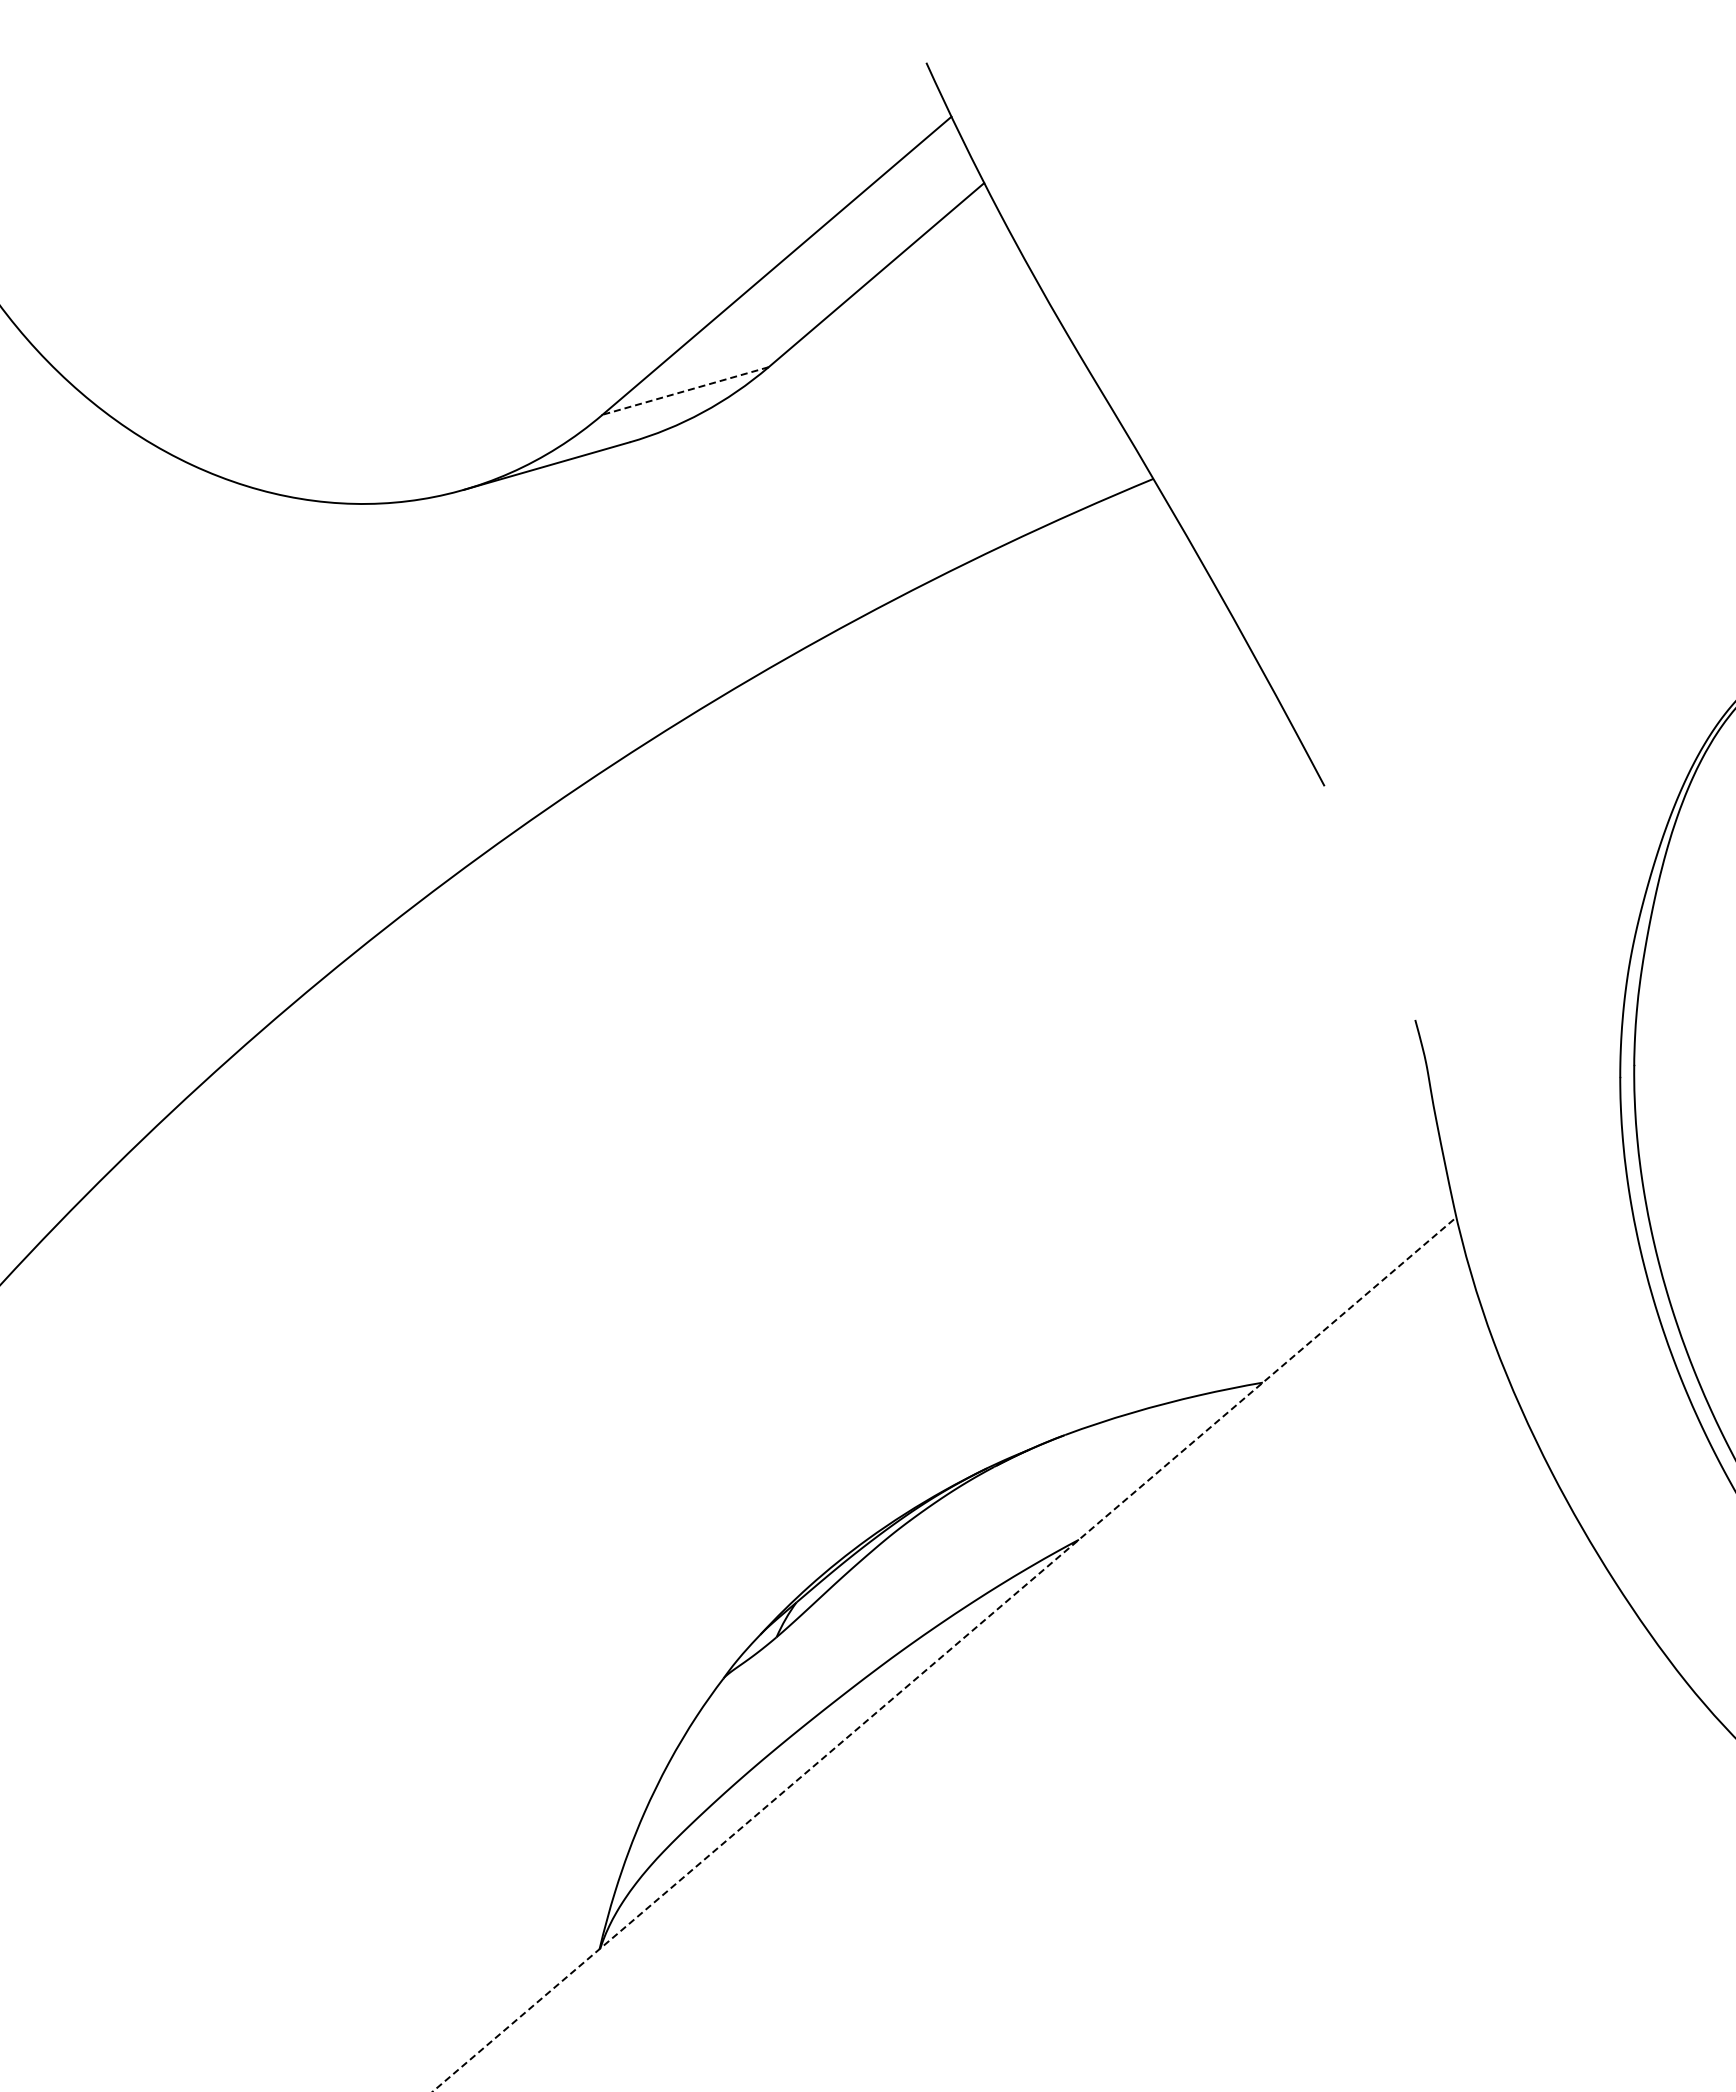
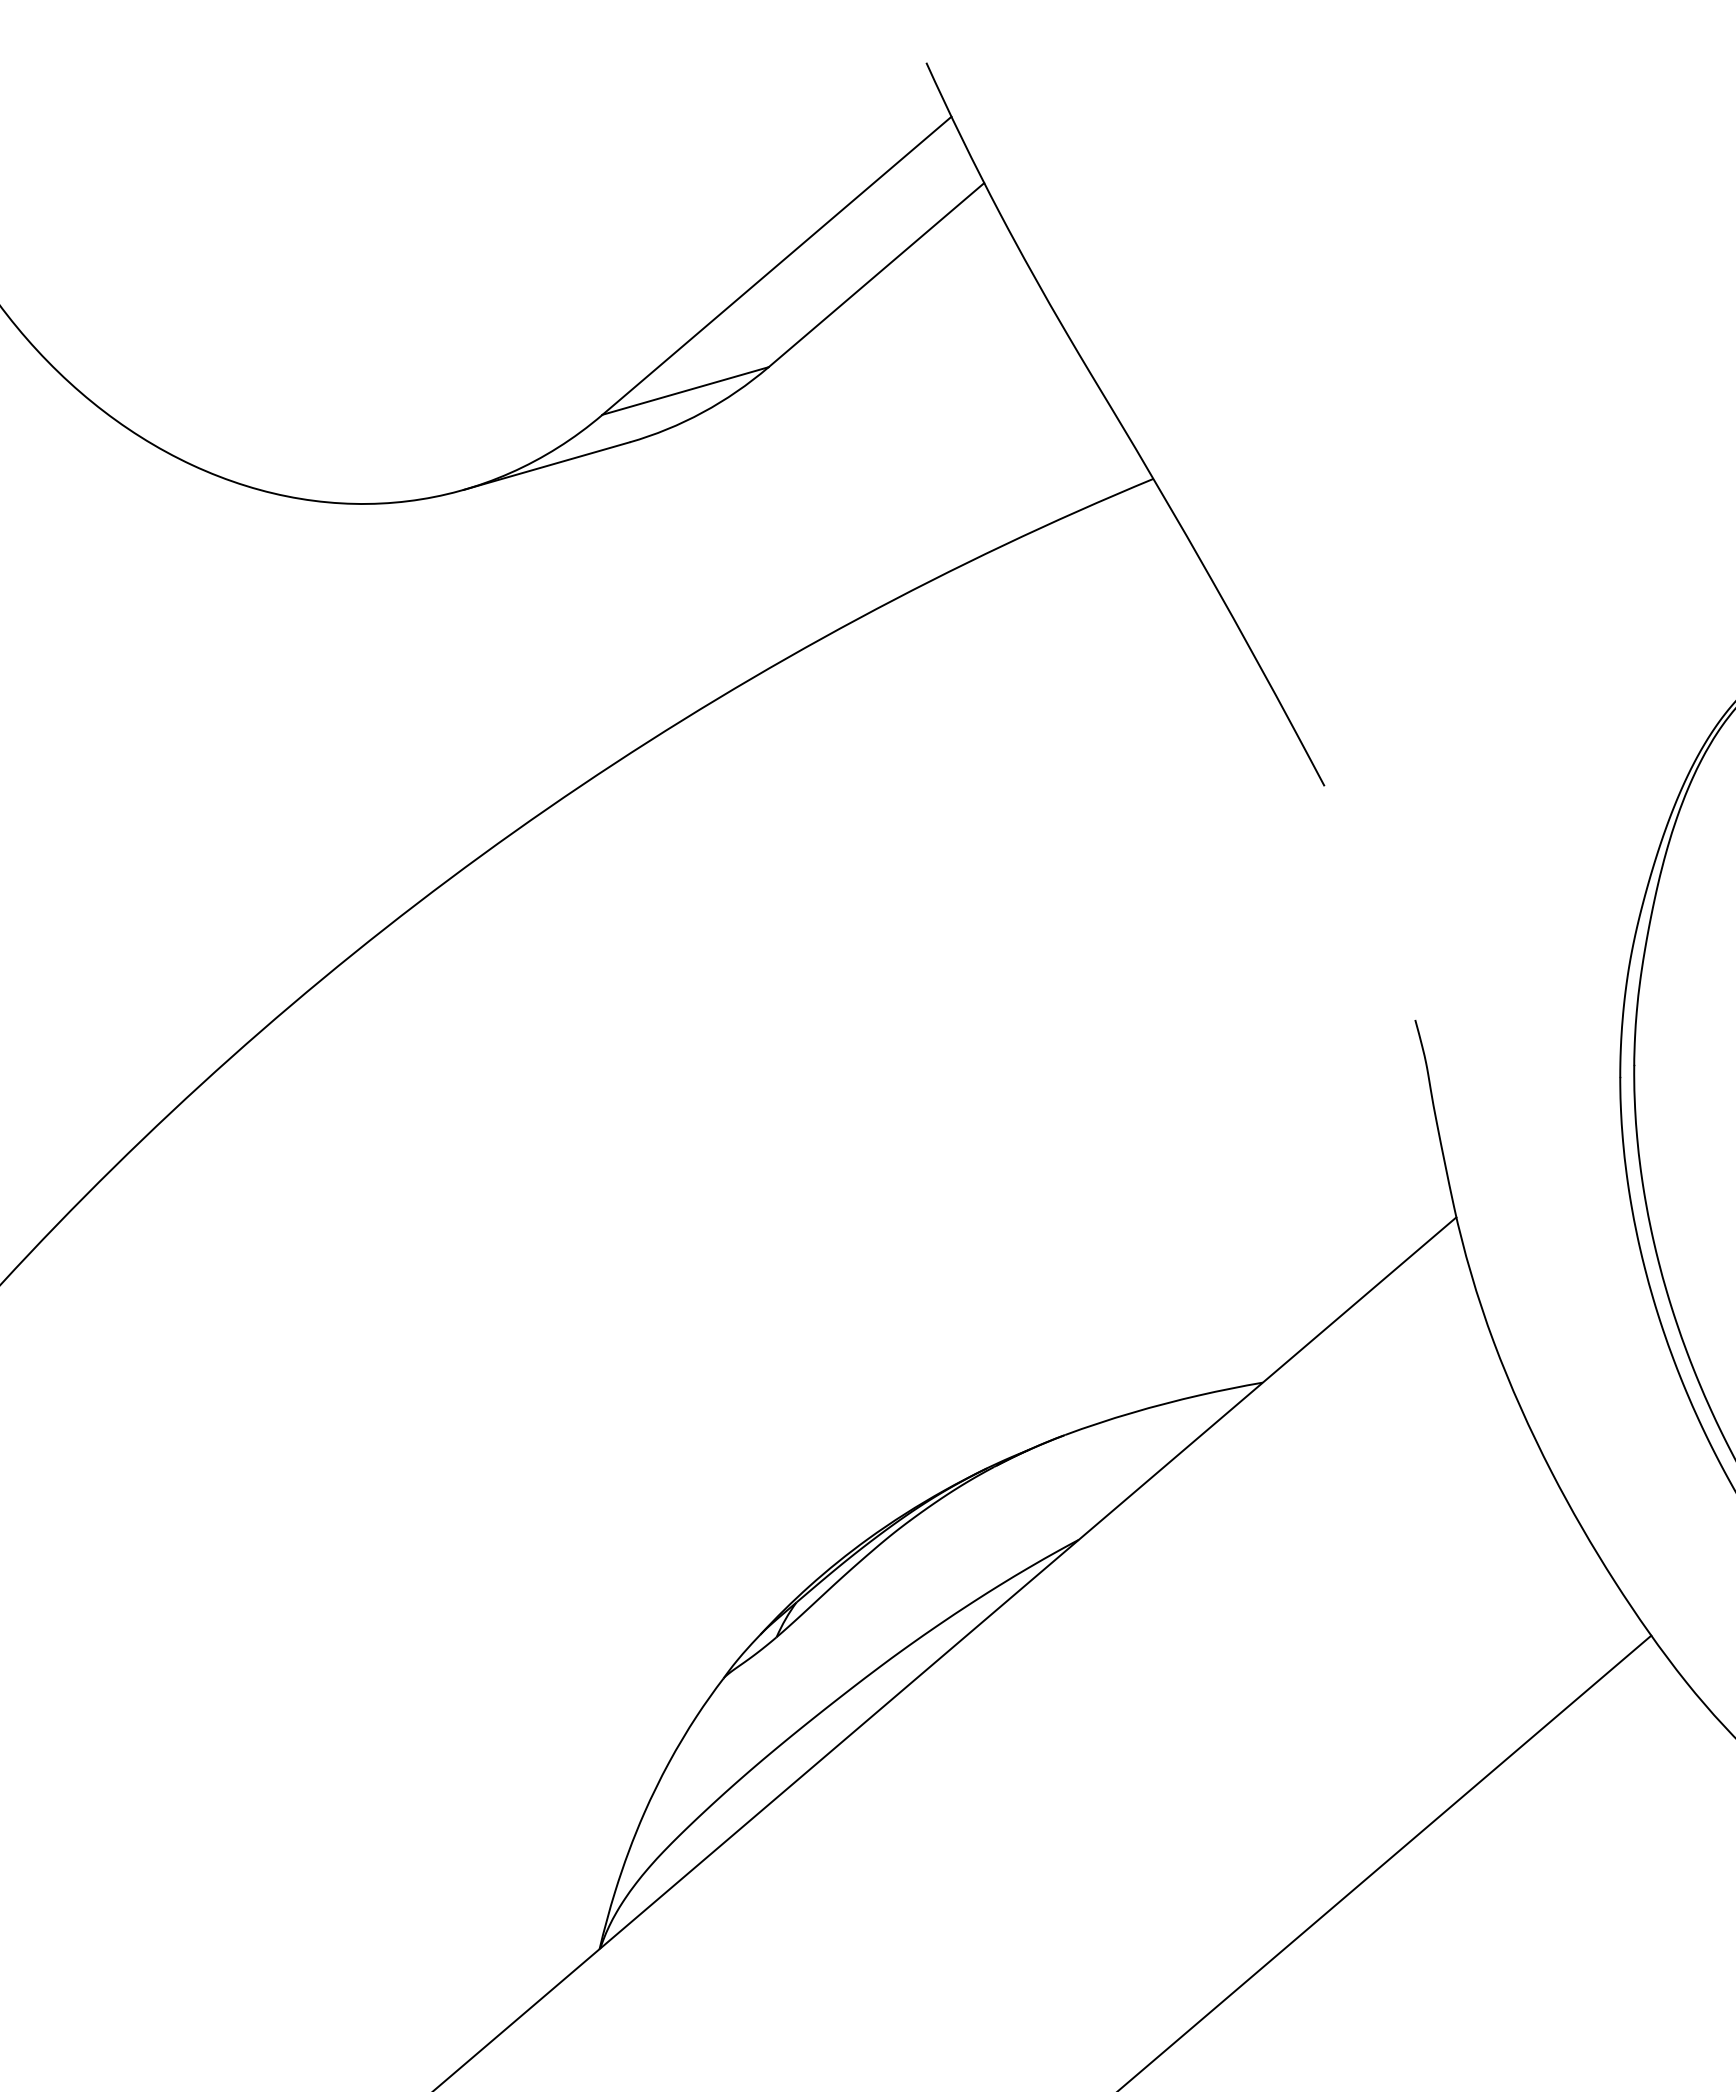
line at (685, 391): dashed -> solid
line at (944, 1654): dashed -> solid
line at (1386, 1861): none -> present
